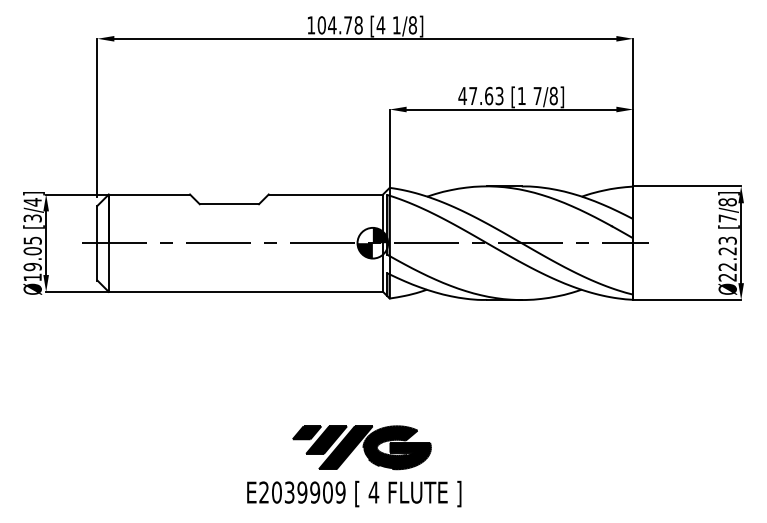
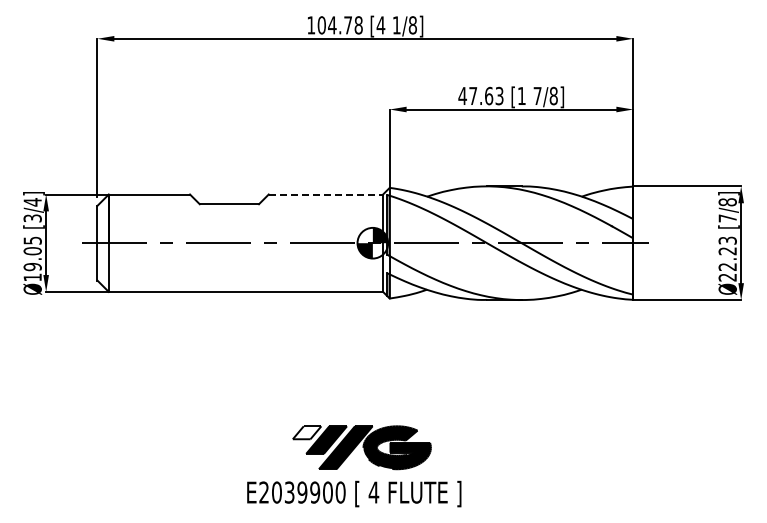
line at (326, 194): solid -> dashed
fill at (306, 432): present -> none
text at (340, 492): E2039909 -> E2039900
